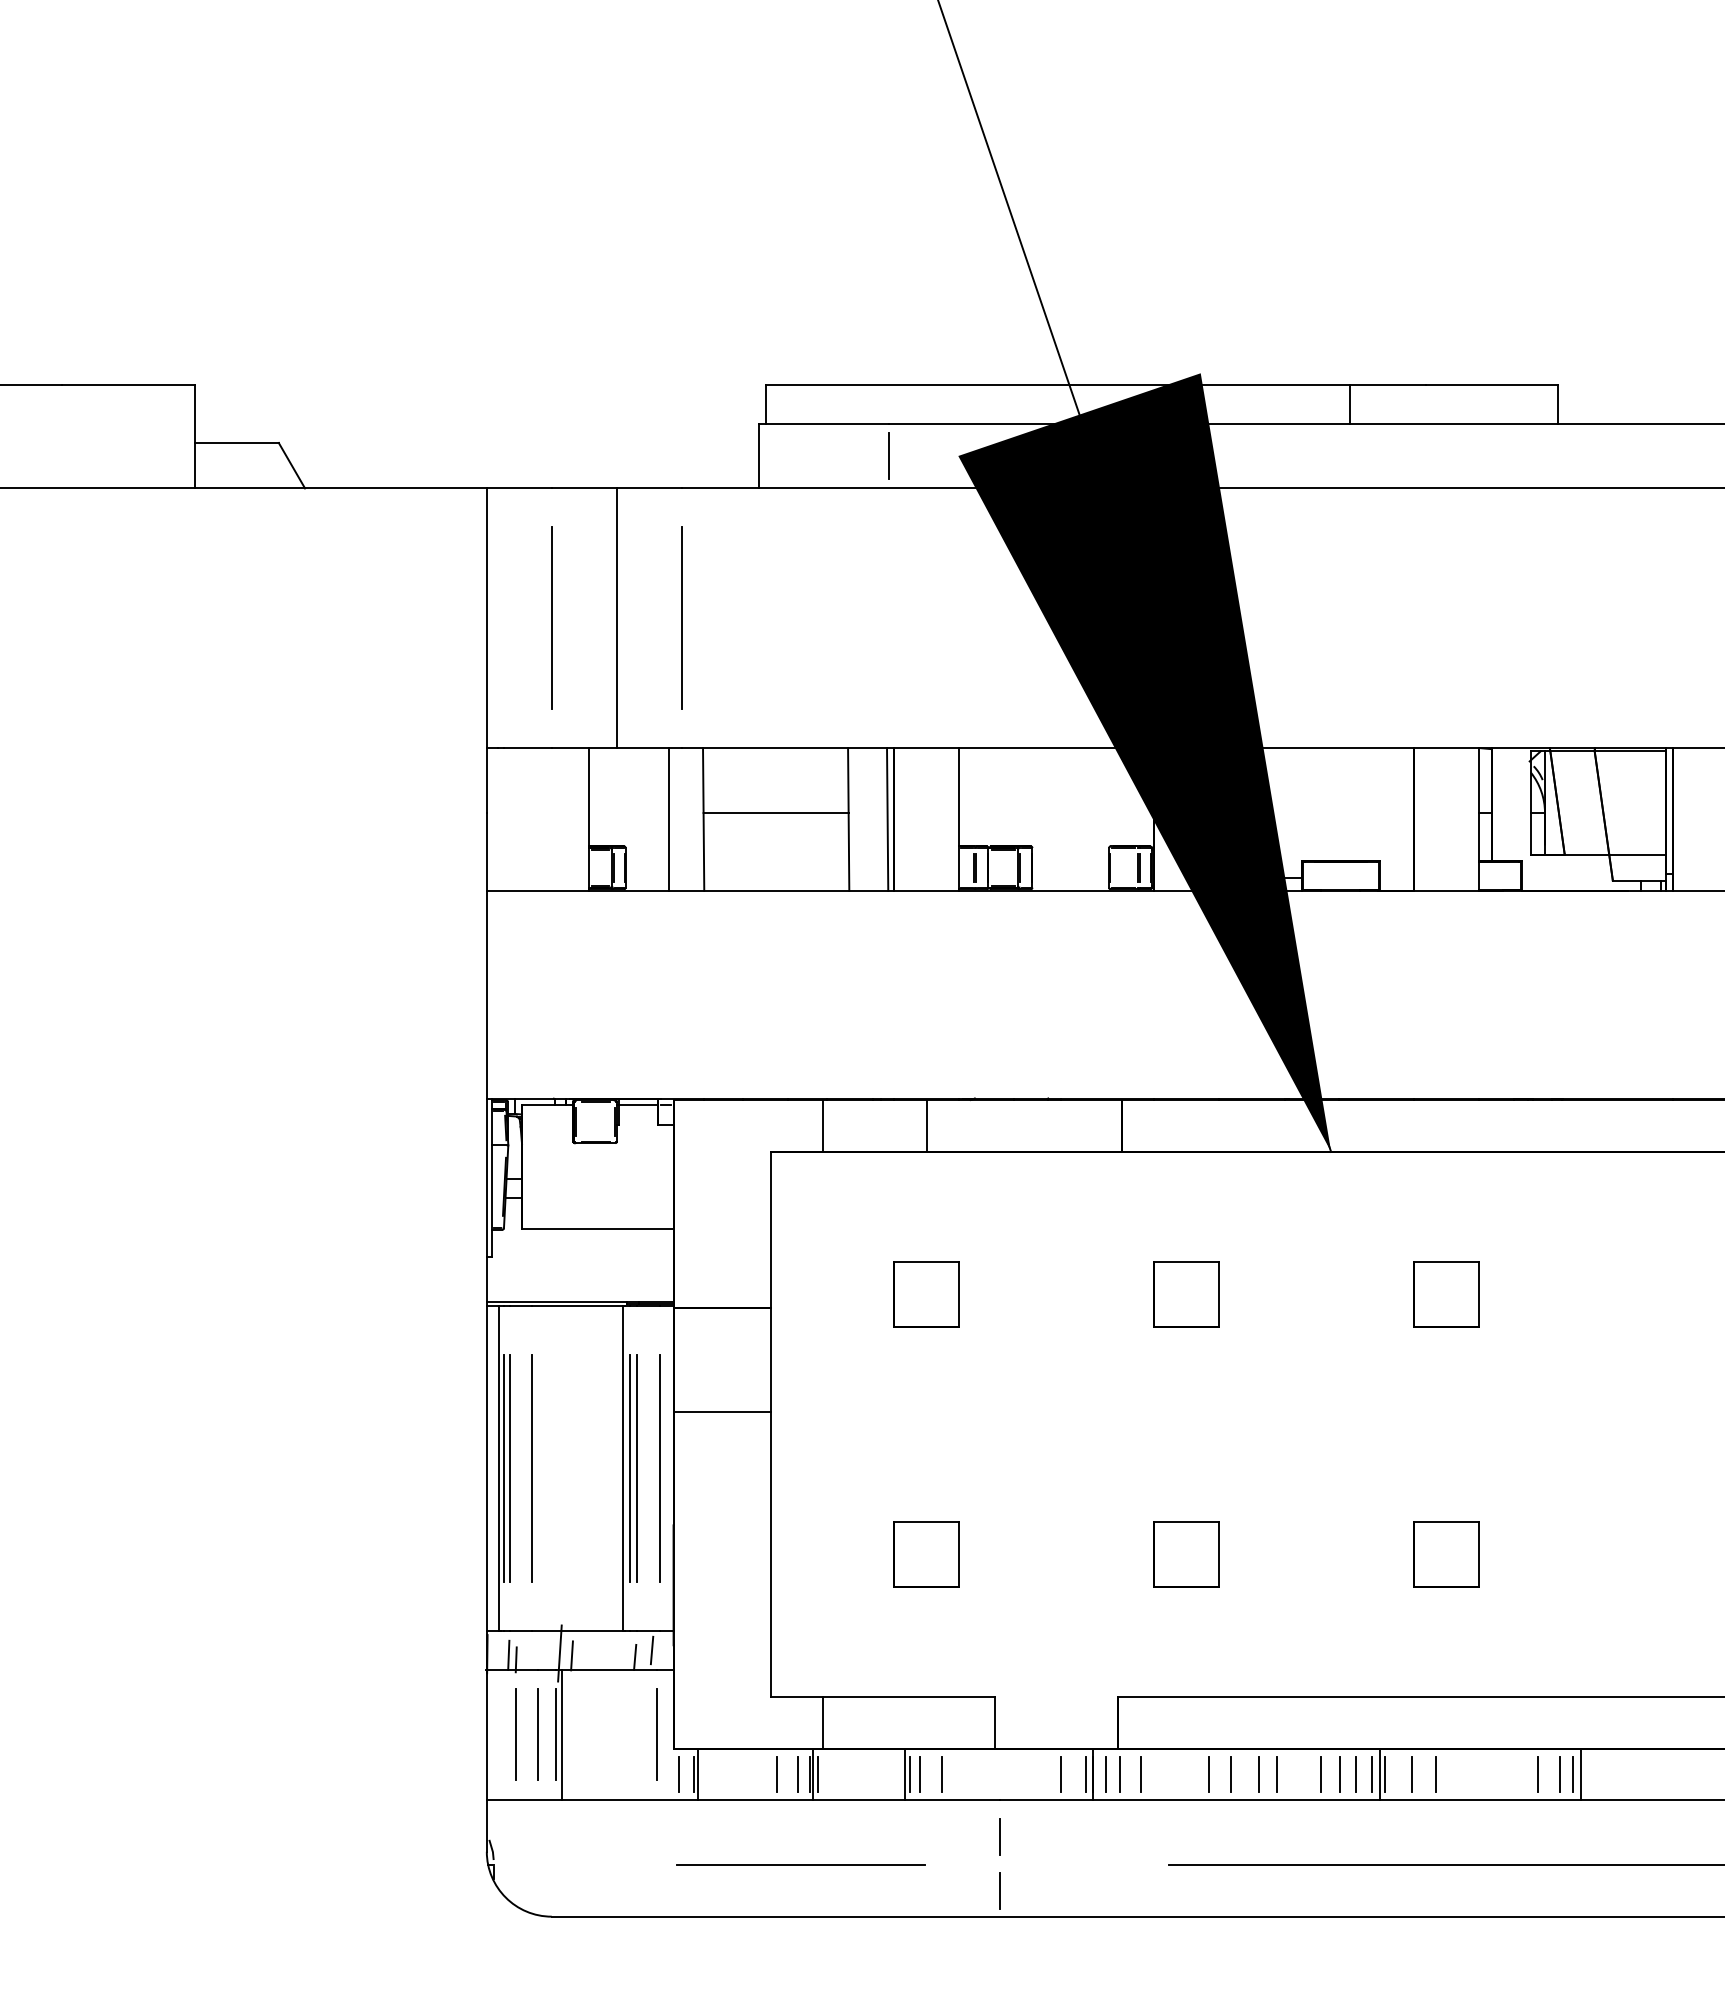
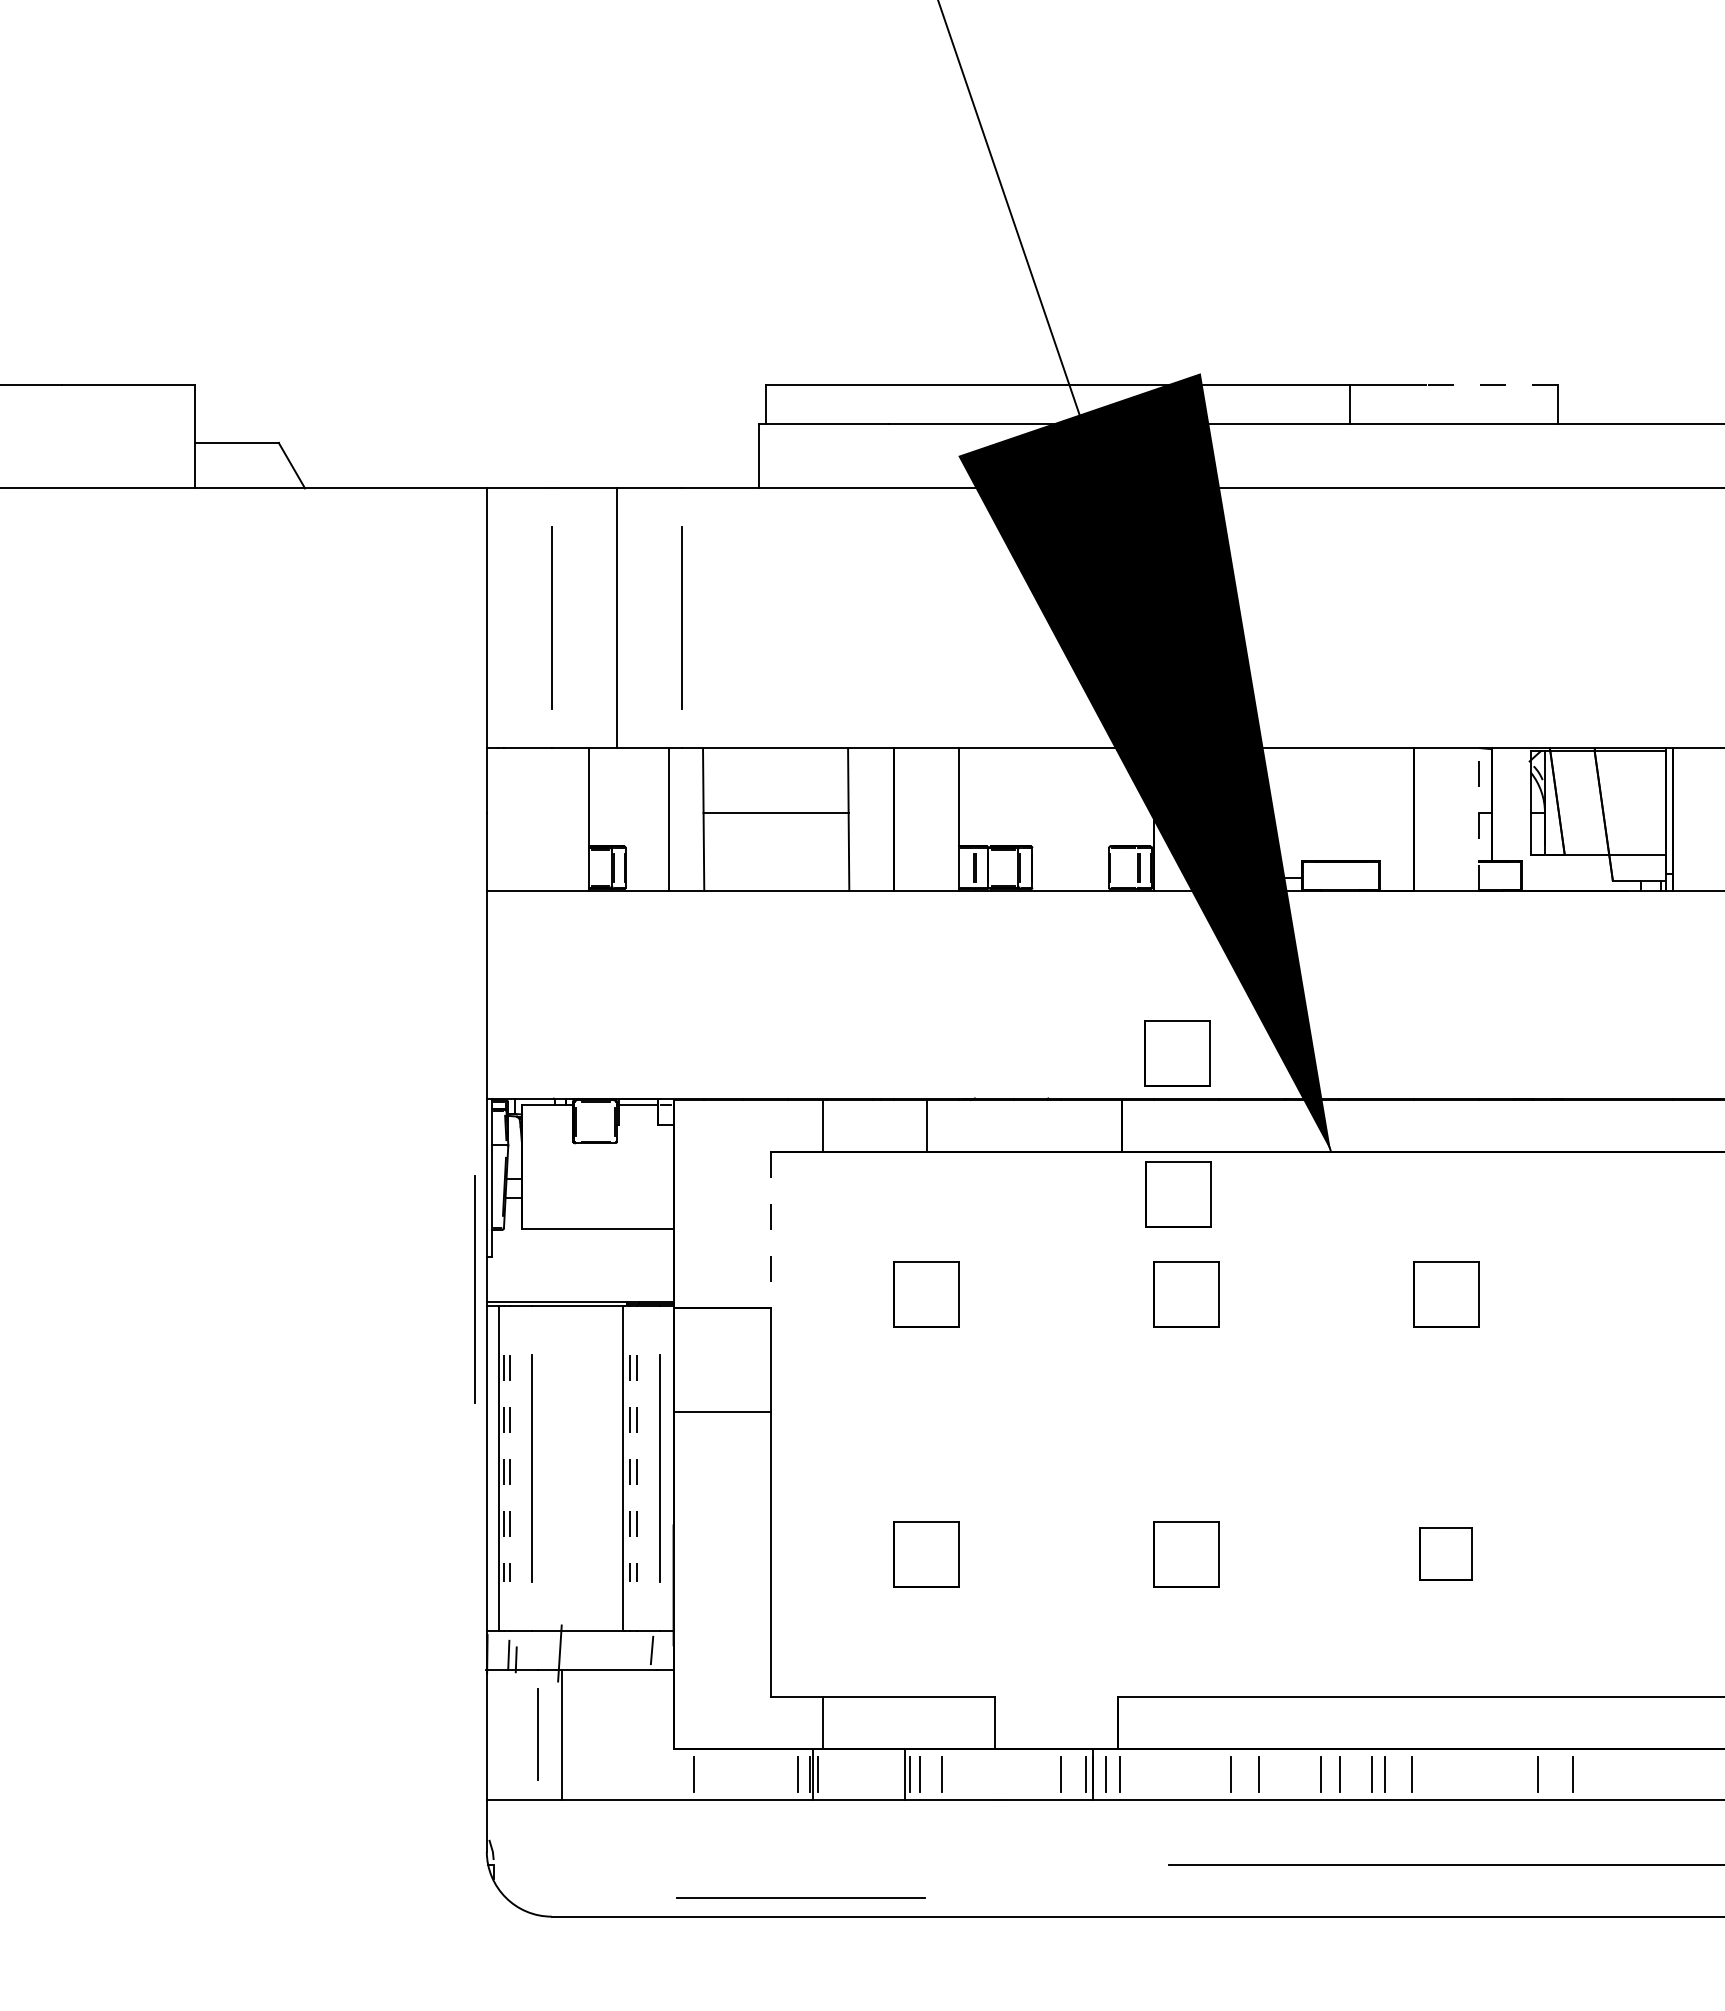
line at (1491, 384): solid -> dashed
line at (889, 455): present -> none
line at (887, 819): present -> none
line at (1478, 819): solid -> dashed
part at (1177, 1053): none -> present
part at (1178, 1194): none -> present
line at (771, 1229): solid -> dashed
line at (474, 1289): none -> present
line at (503, 1468): solid -> dashed
line at (510, 1468): solid -> dashed
line at (630, 1468): solid -> dashed
line at (637, 1468): solid -> dashed
part at (1446, 1554) size: 67x67 px -> 54x54 px
line at (571, 1655): present -> none
line at (635, 1656): present -> none
line at (515, 1734): present -> none
line at (556, 1734): present -> none
line at (656, 1734): present -> none
line at (678, 1774): present -> none
line at (697, 1774): present -> none
line at (776, 1774): present -> none
line at (1141, 1774): present -> none
line at (1209, 1774): present -> none
line at (1277, 1774): present -> none
line at (1355, 1774): present -> none
line at (1379, 1774): present -> none
line at (1436, 1774): present -> none
line at (1560, 1774): present -> none
line at (1580, 1774): present -> none
line at (999, 1836): present -> none
line at (800, 1864) position: (800, 1864) -> (800, 1897)
line at (1000, 1890): present -> none
